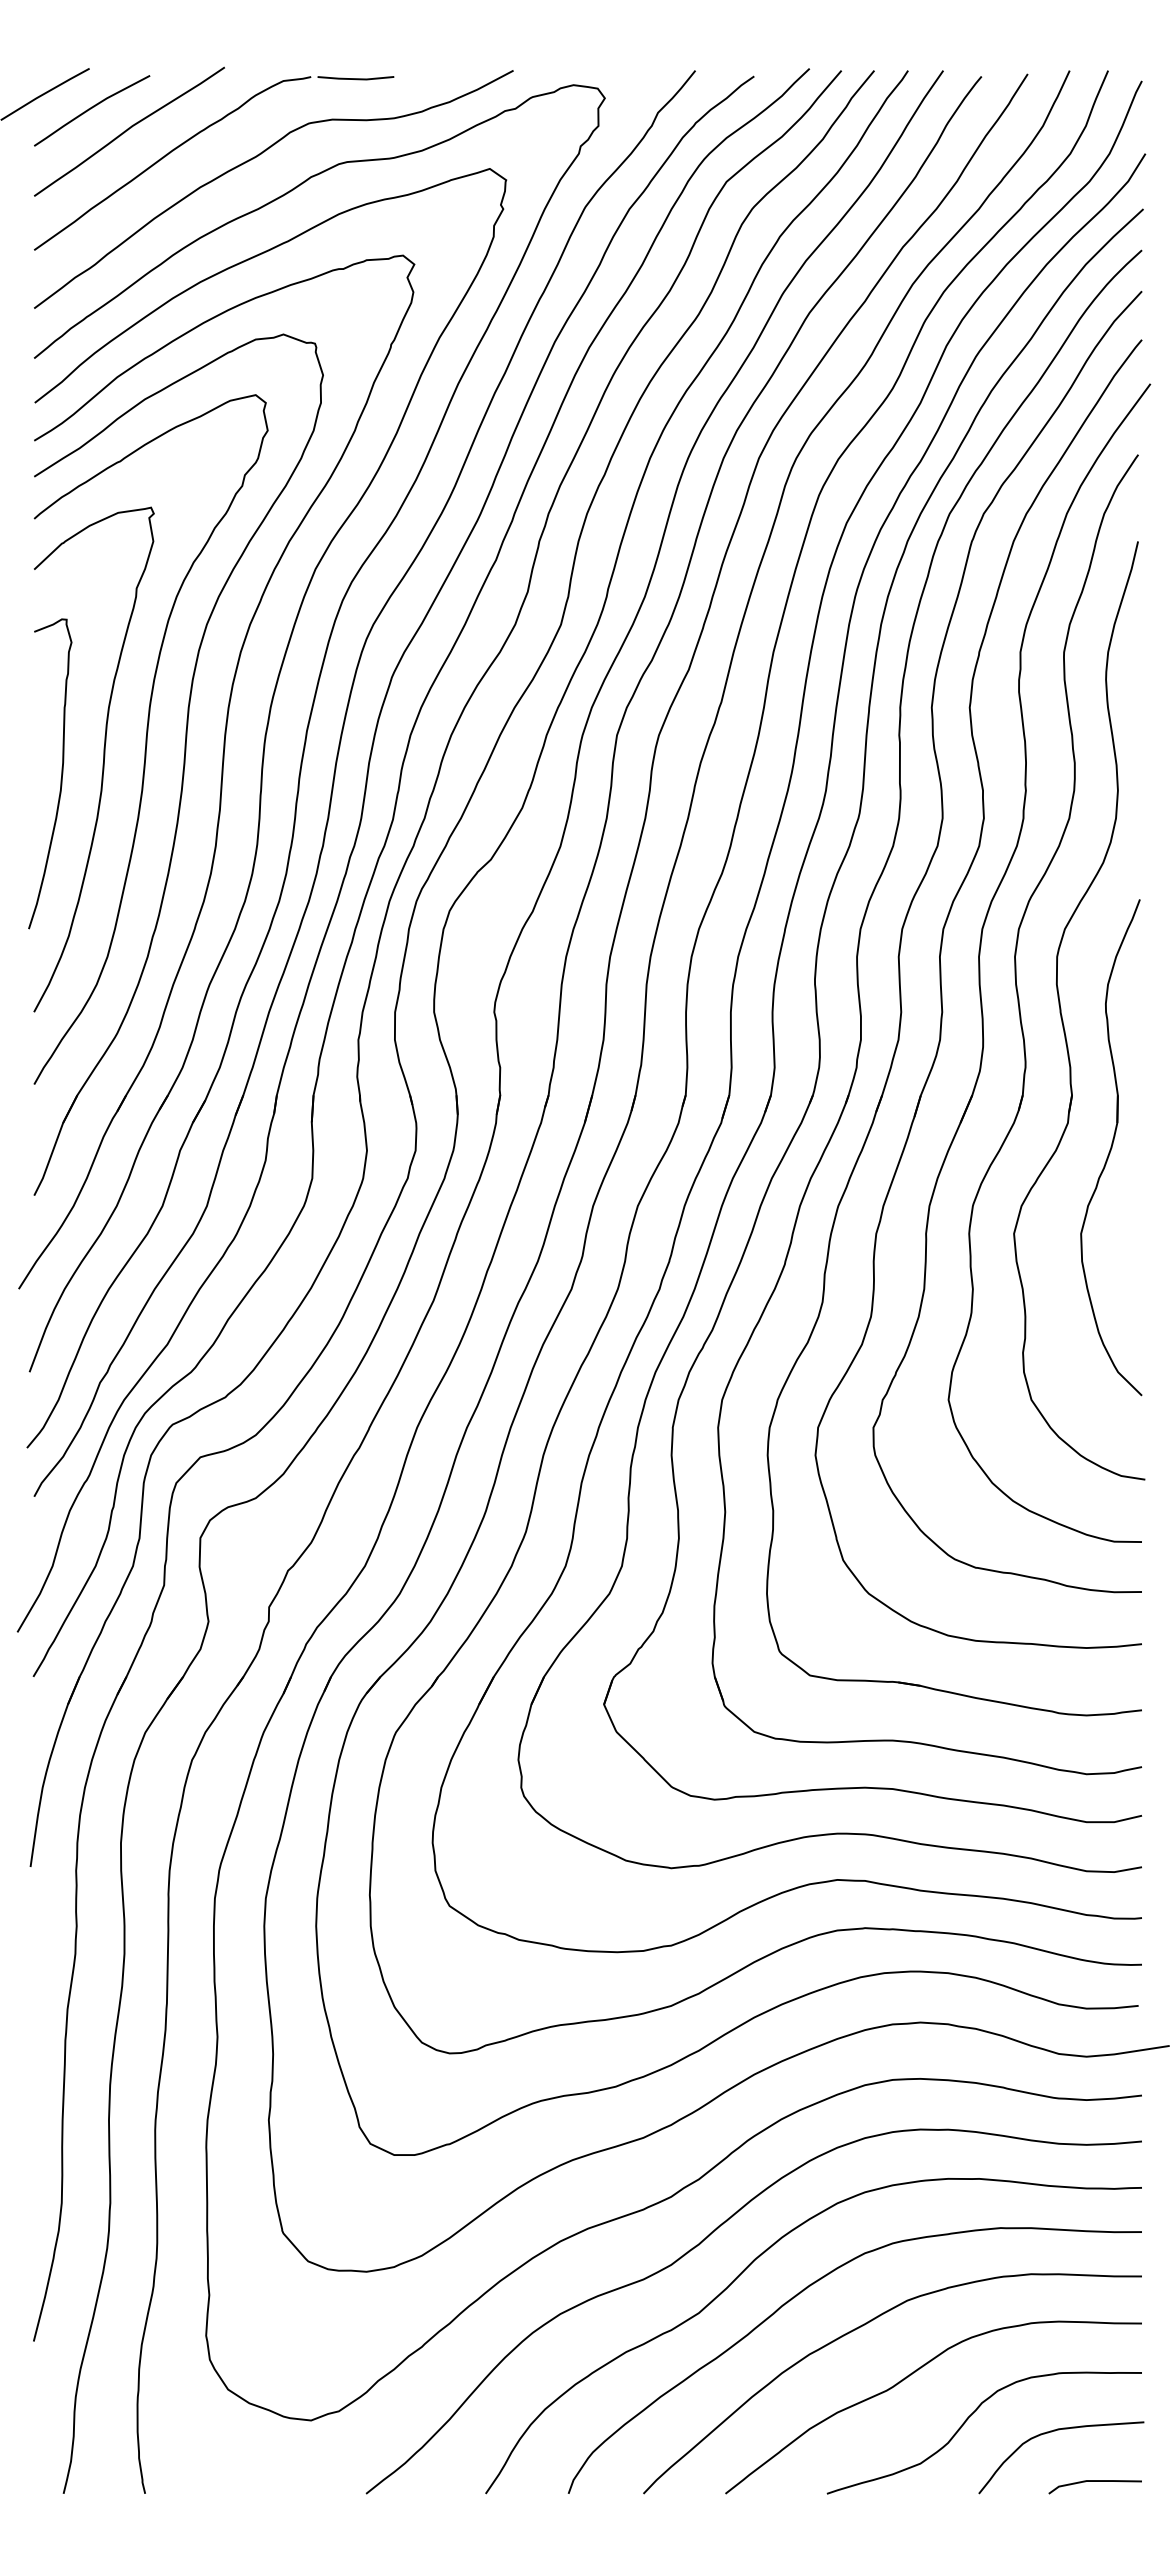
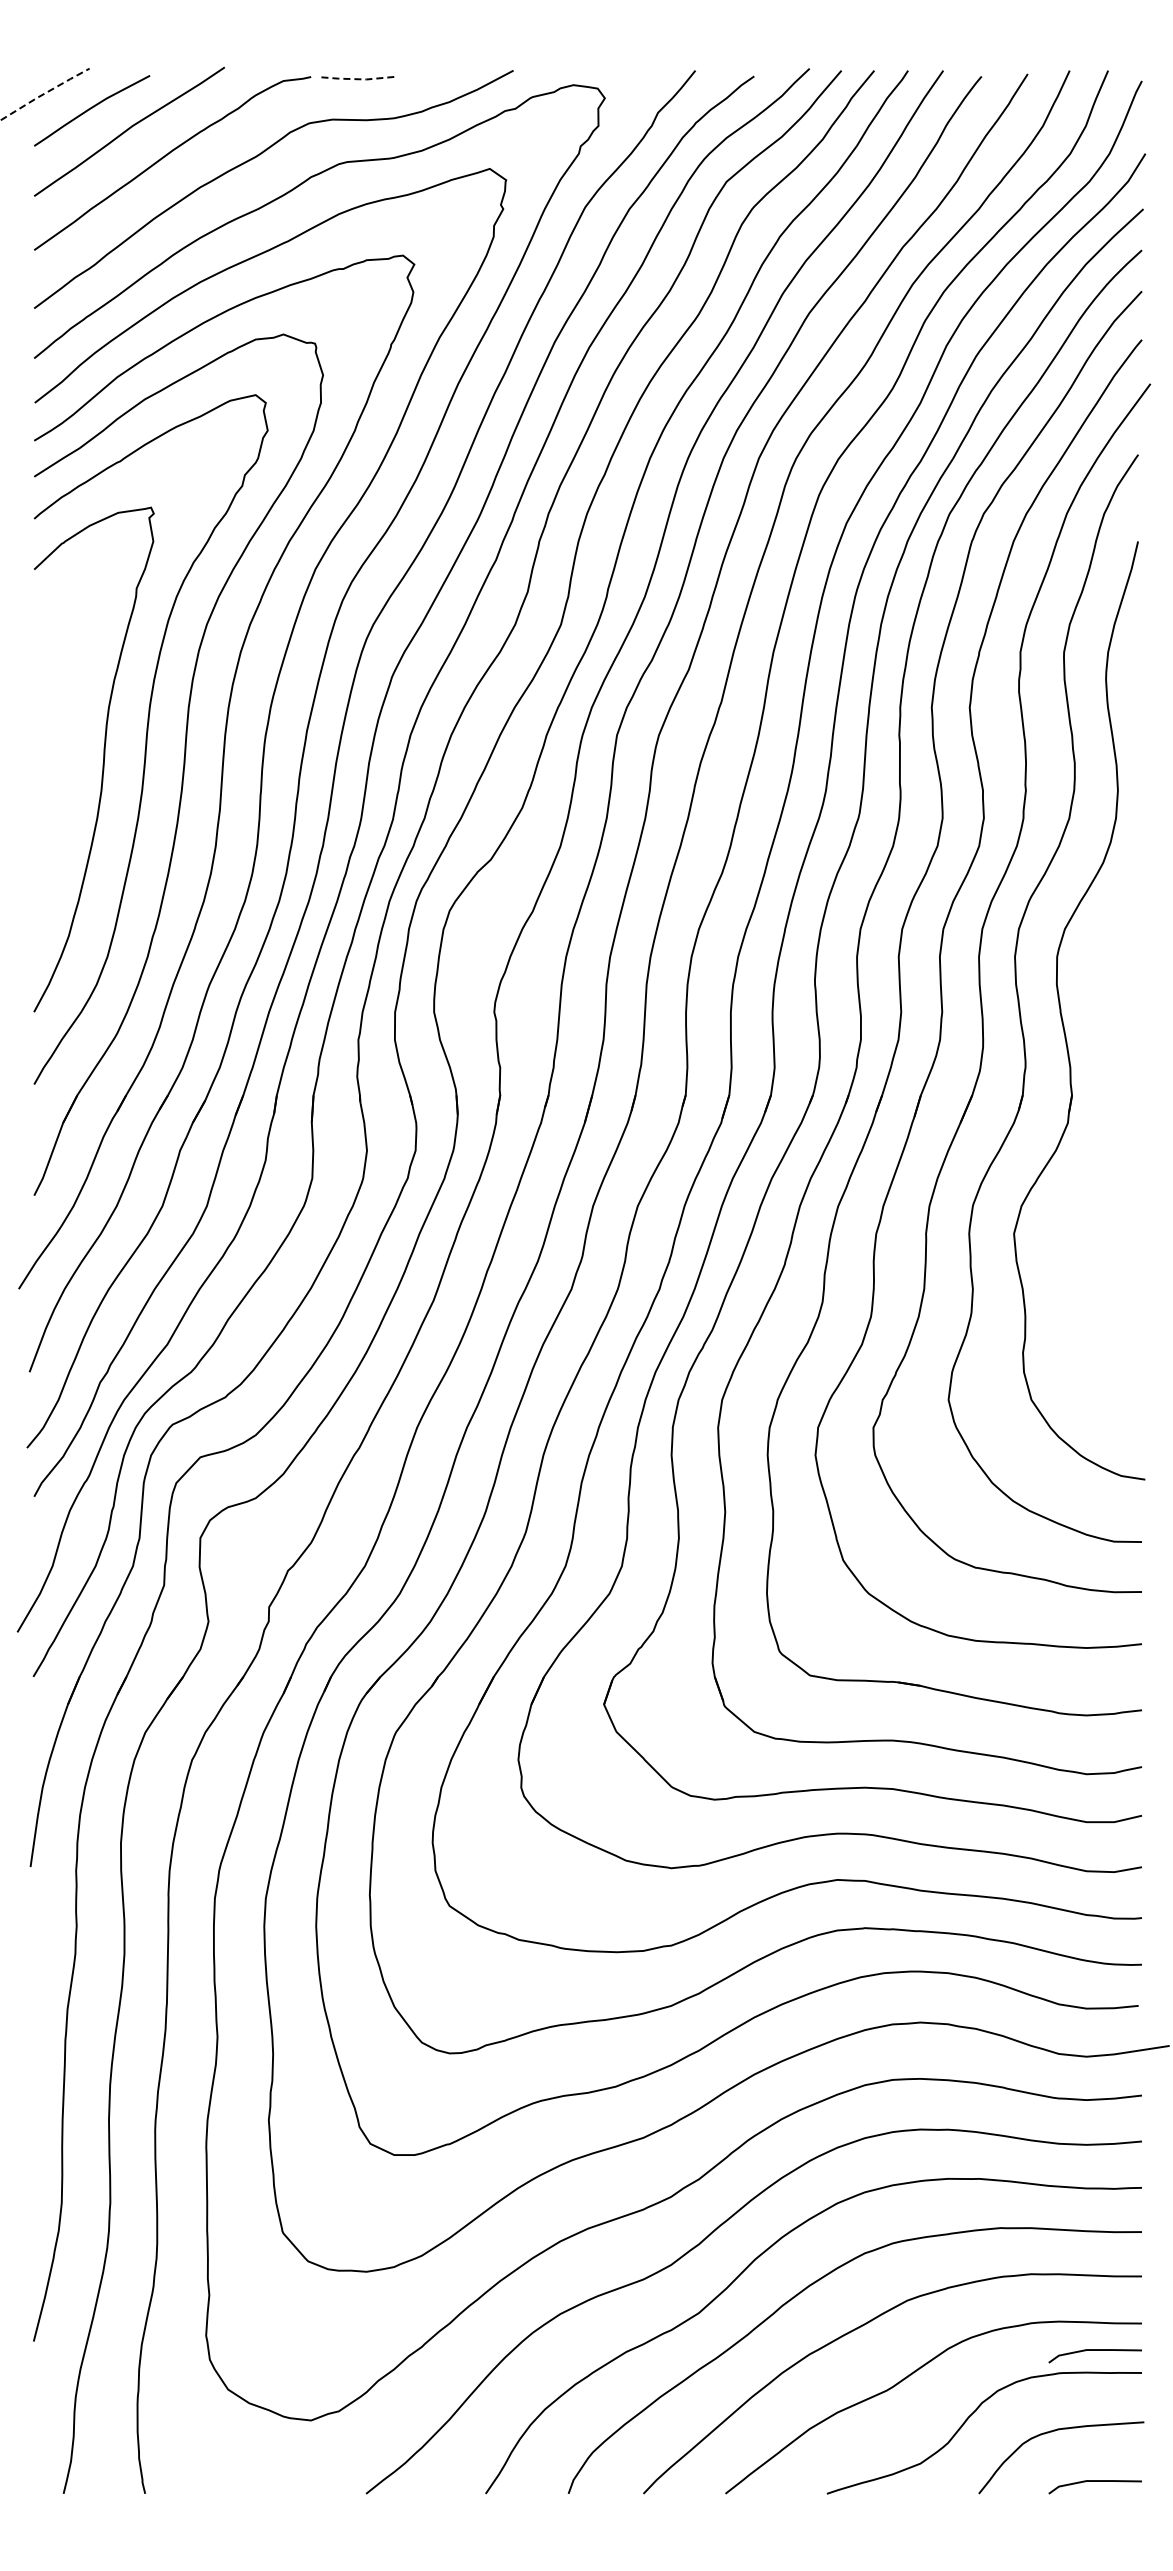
line at (355, 79): solid -> dashed
line at (45, 93): solid -> dashed
curve at (61, 773): present -> none
part at (1111, 1147): present -> none
line at (1094, 2350): none -> present
